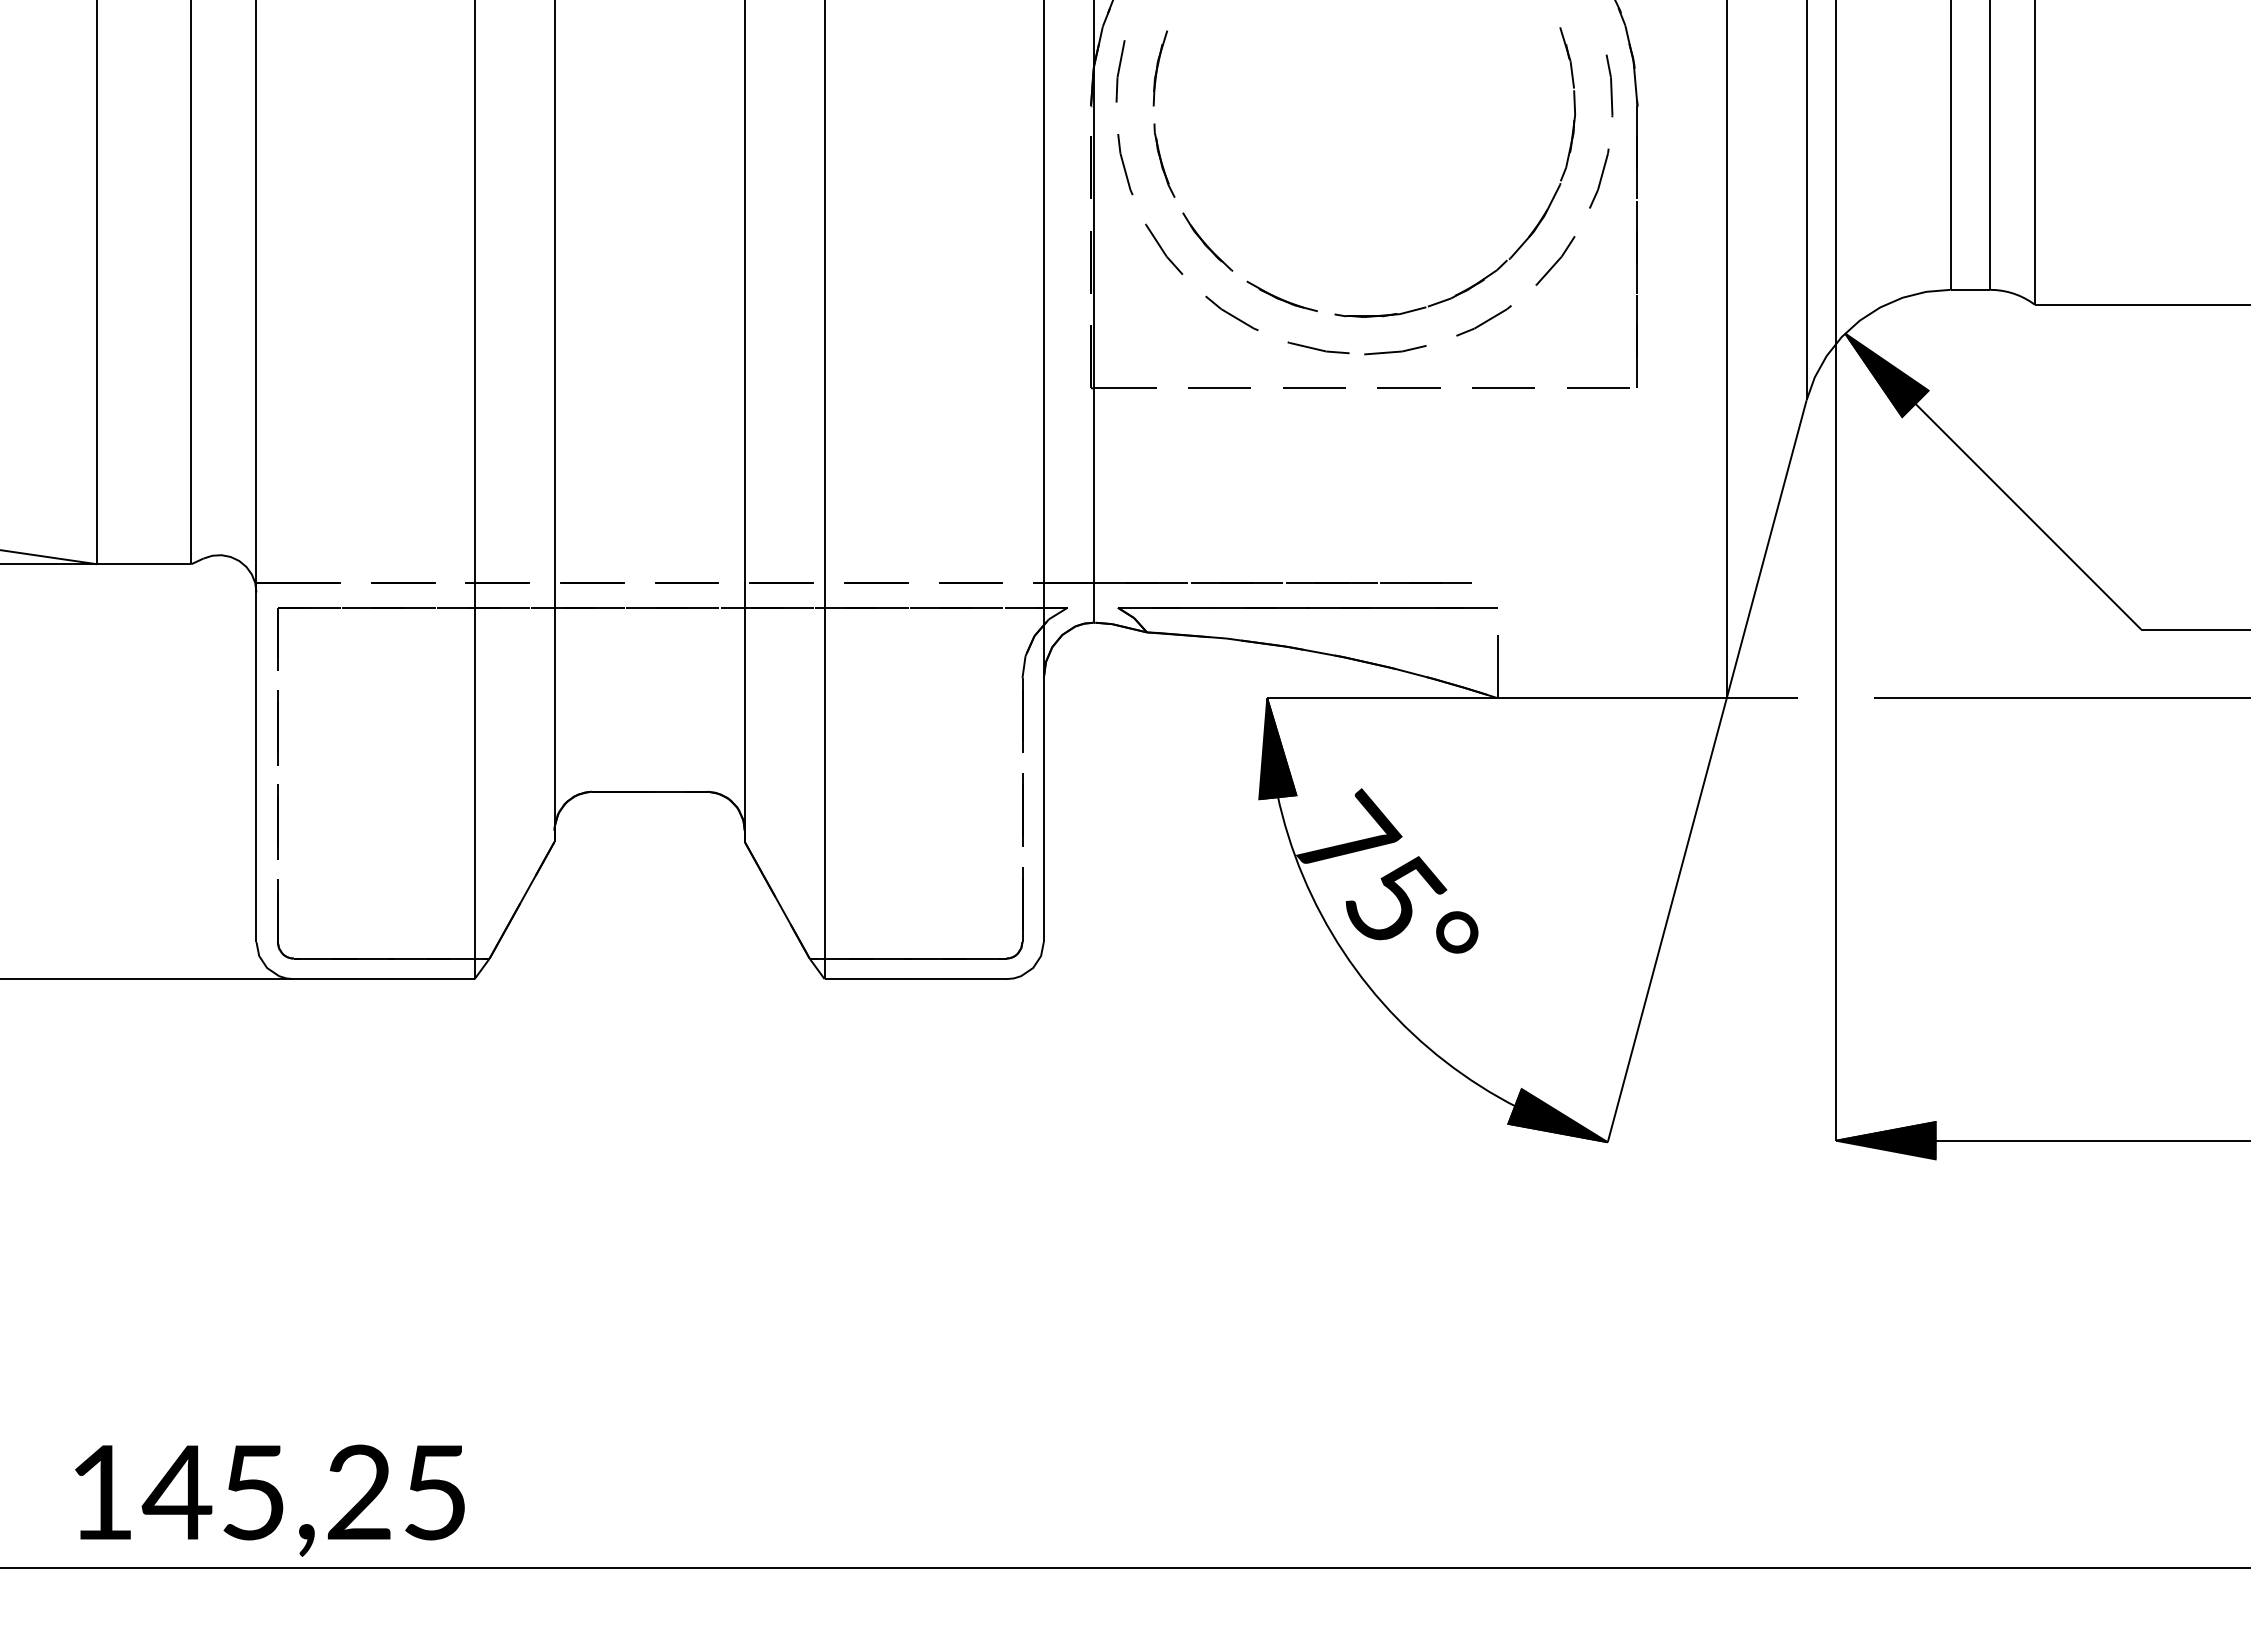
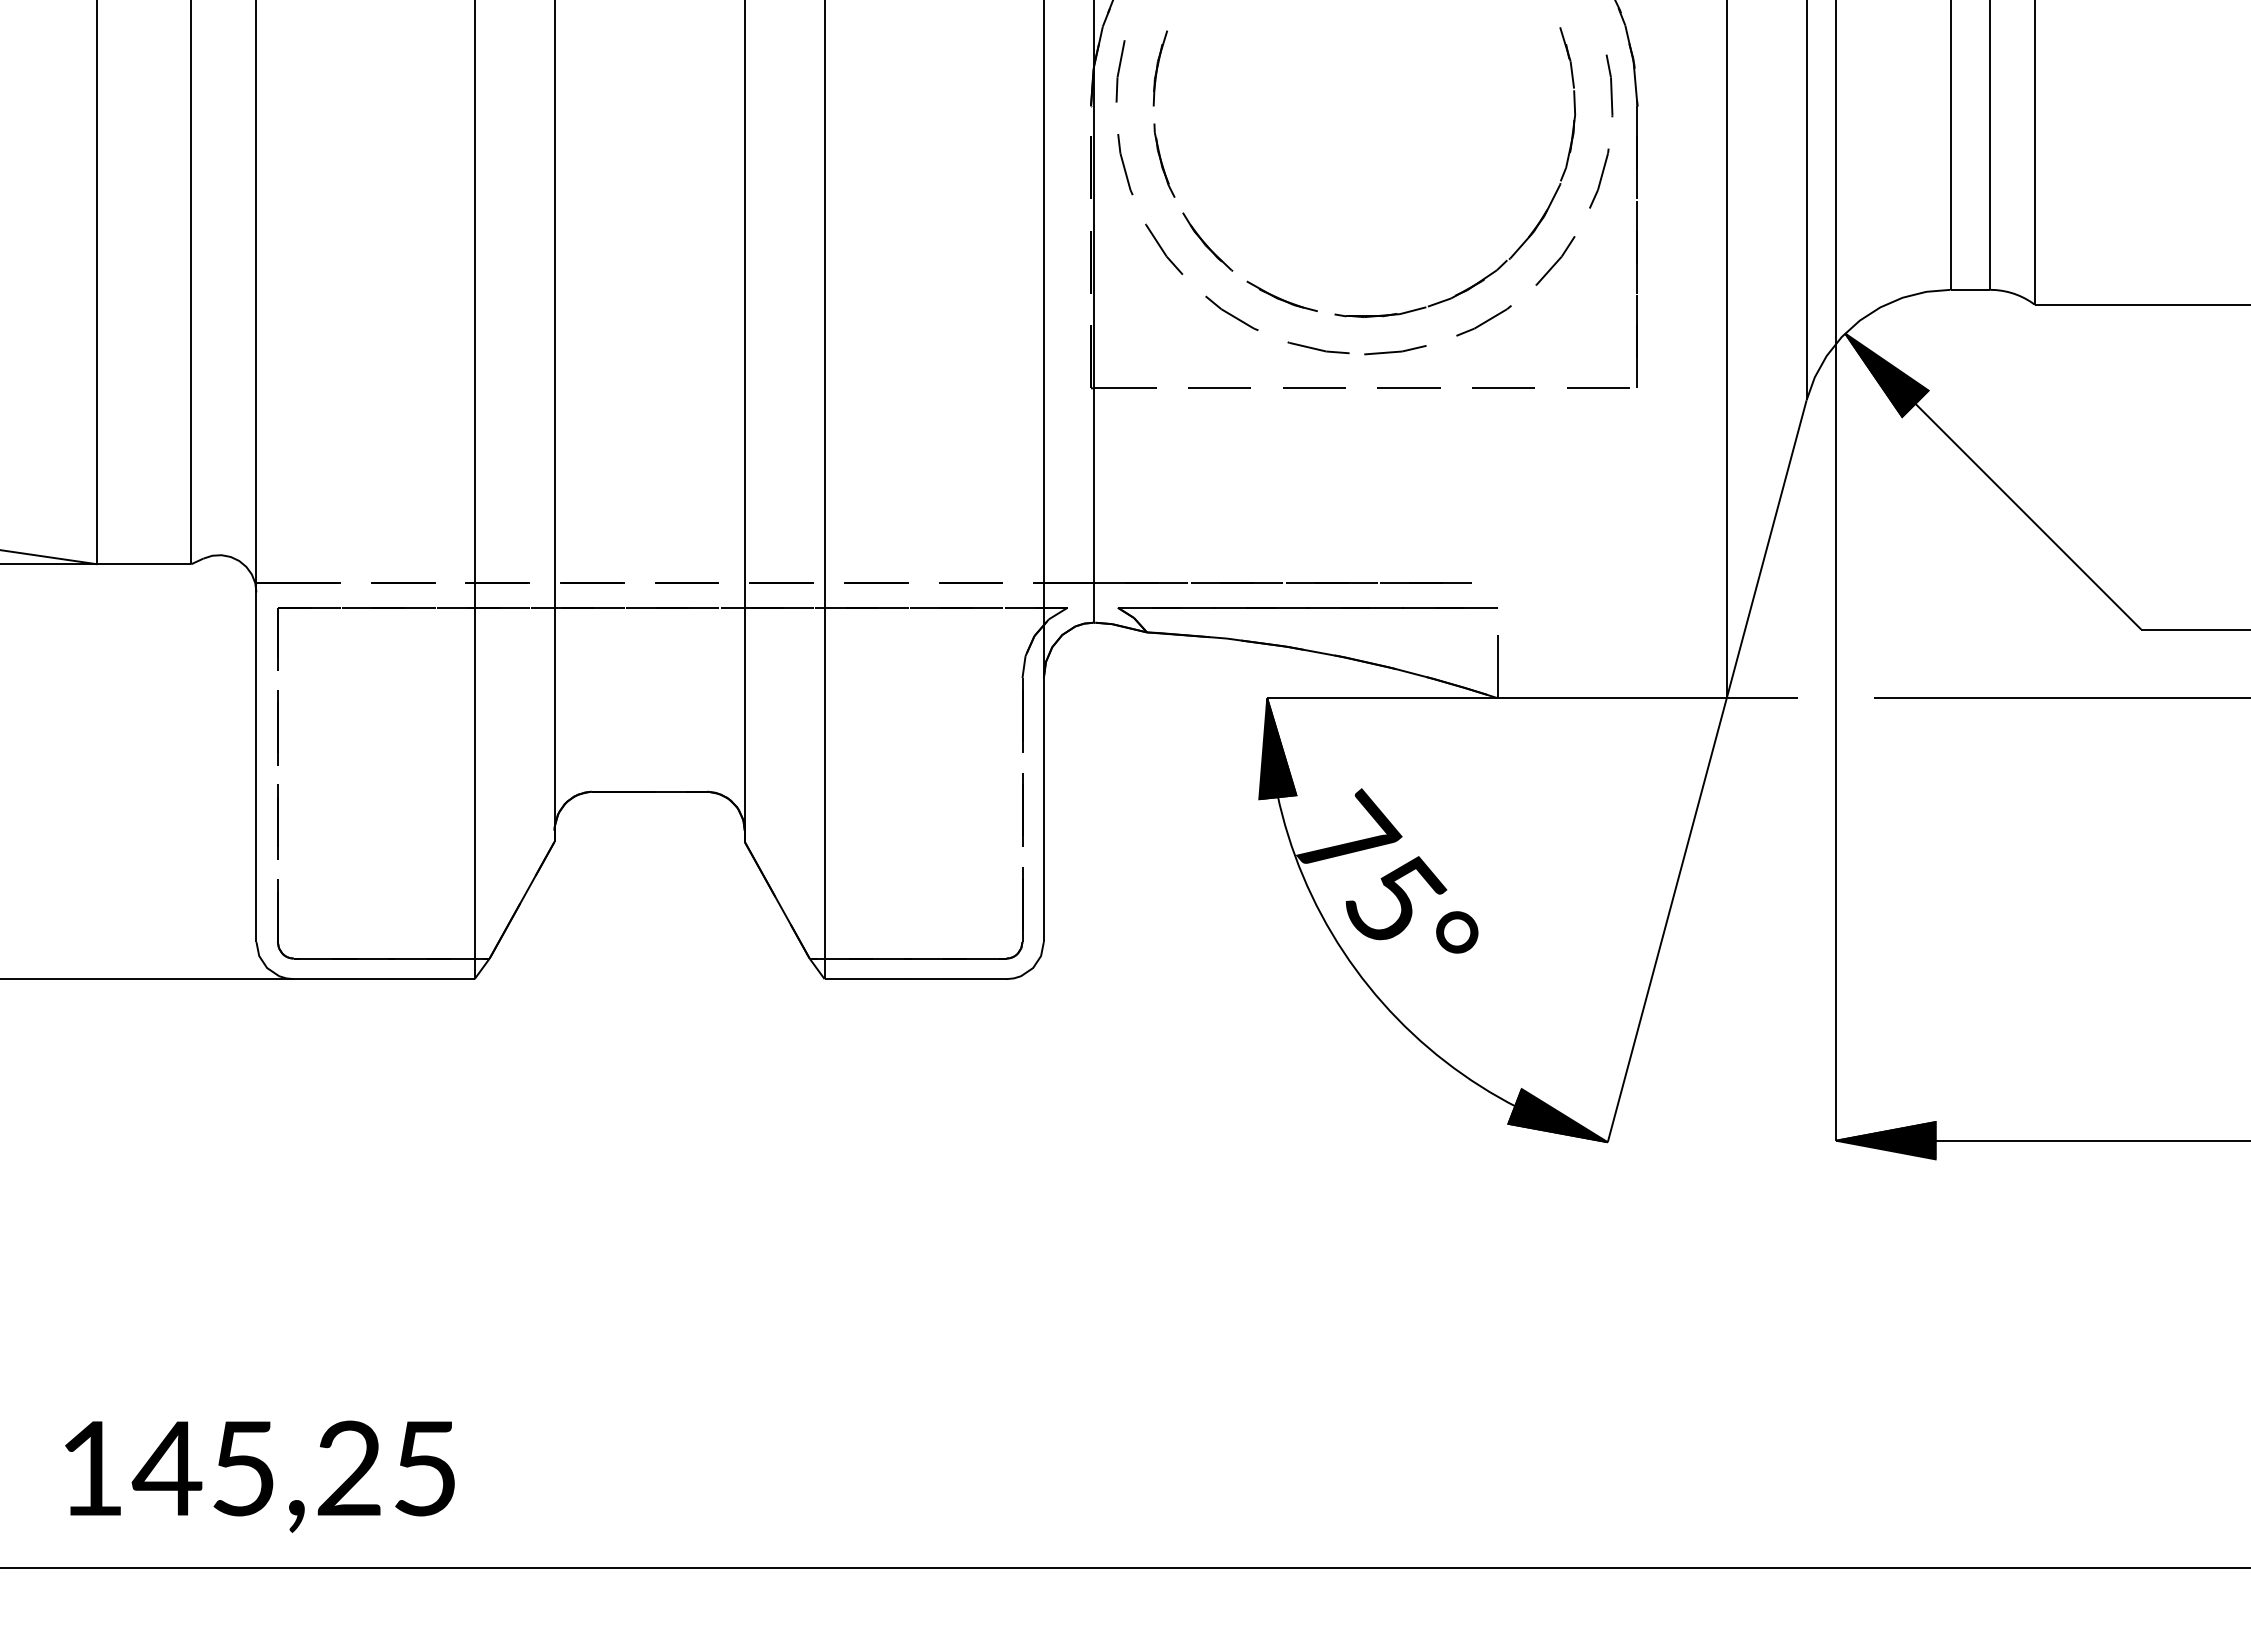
text at (269, 1500) position: (269, 1500) -> (259, 1476)
